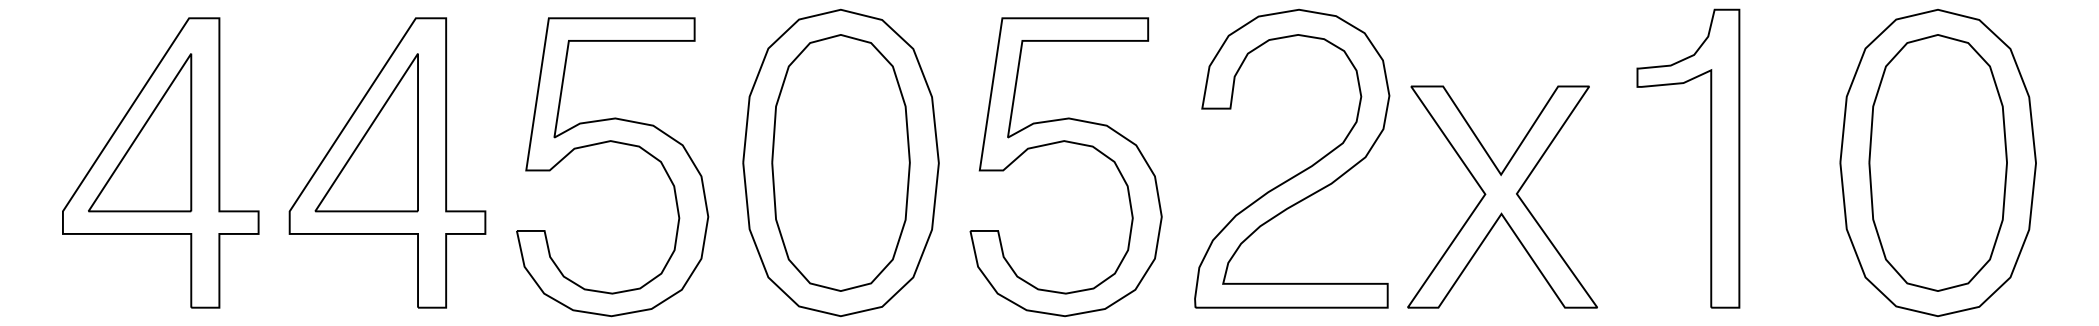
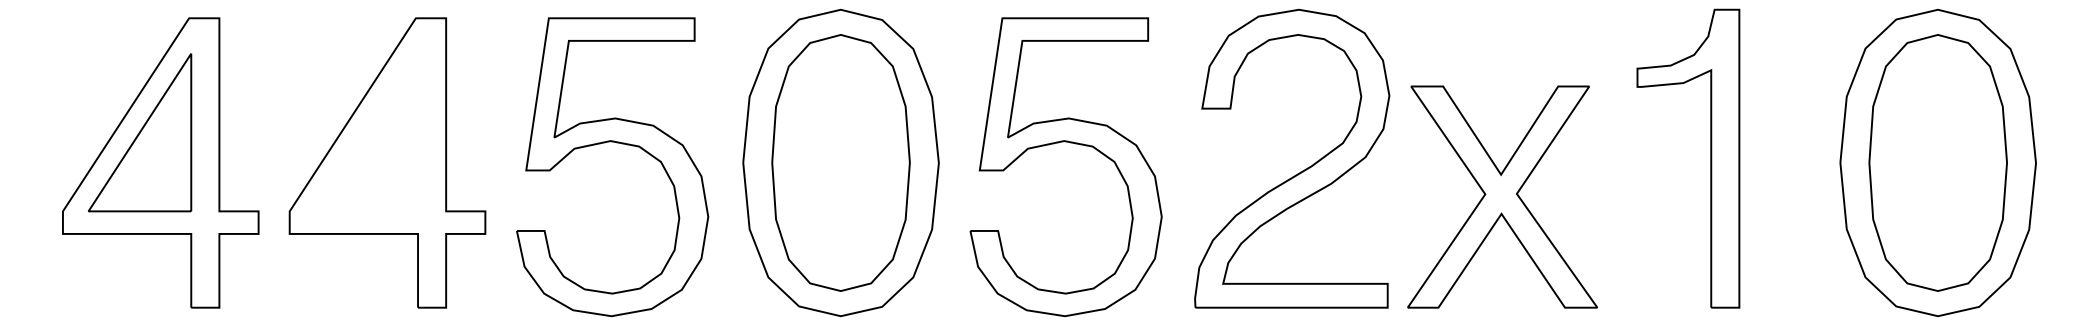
part at (366, 132): present -> none
